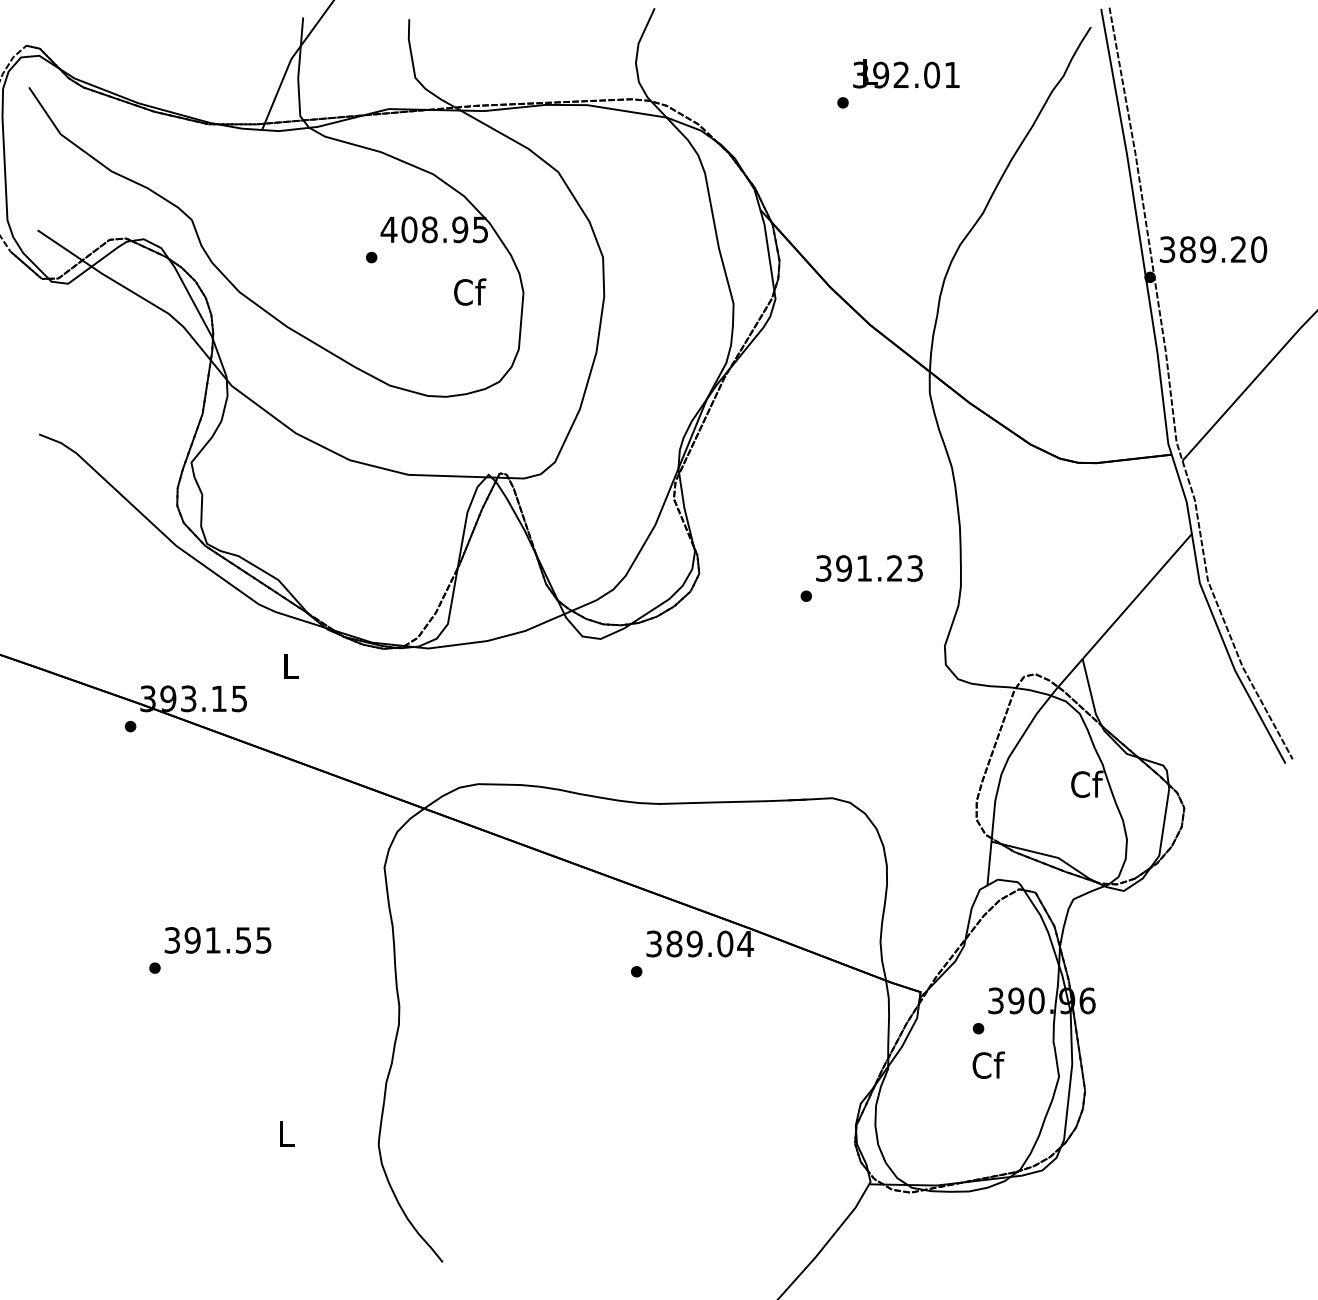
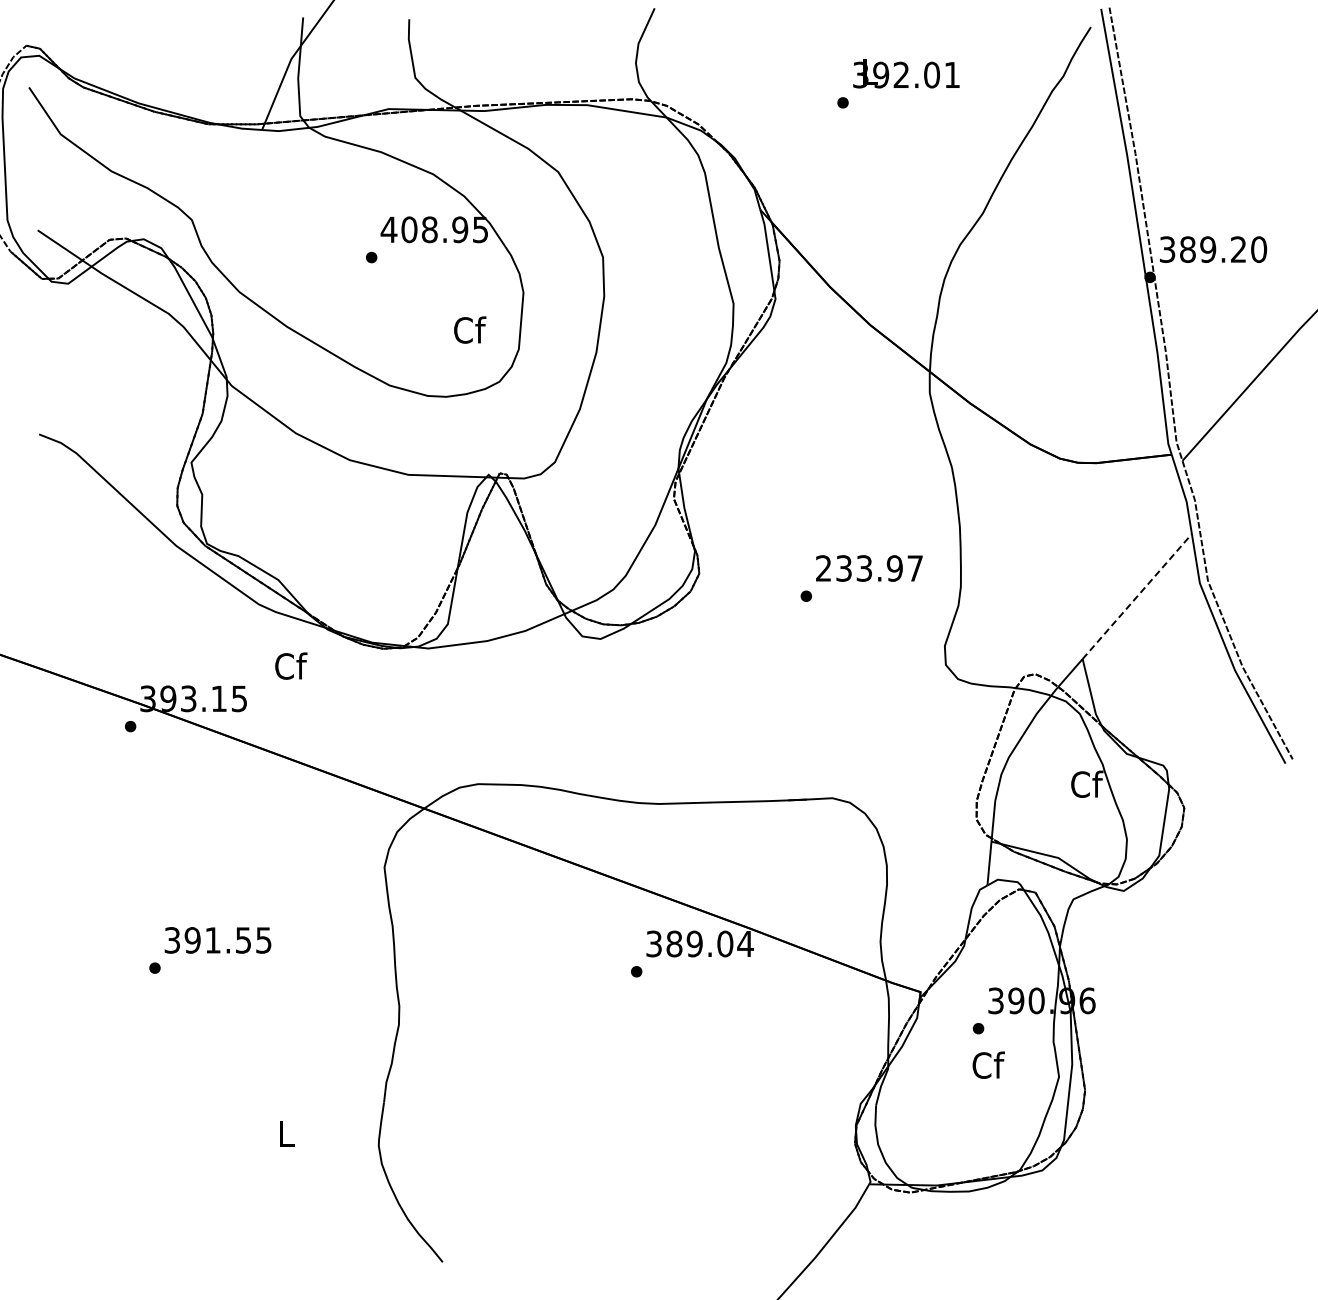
text at (470, 291) position: (470, 291) -> (470, 329)
text at (869, 568): 391.23 -> 233.97
line at (1137, 596): solid -> dashed
text at (291, 665): L -> Cf
